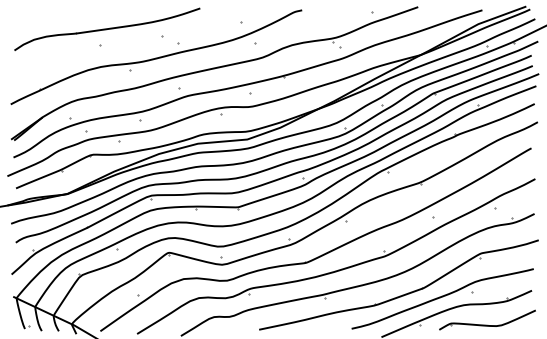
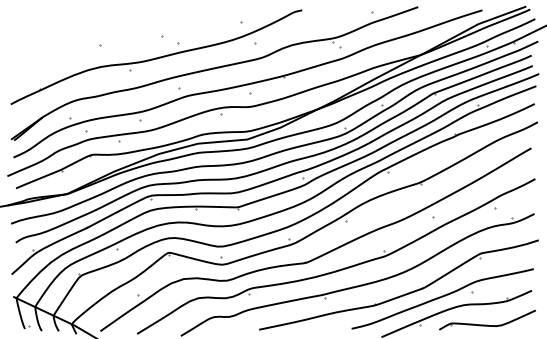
part at (107, 29): present -> none
